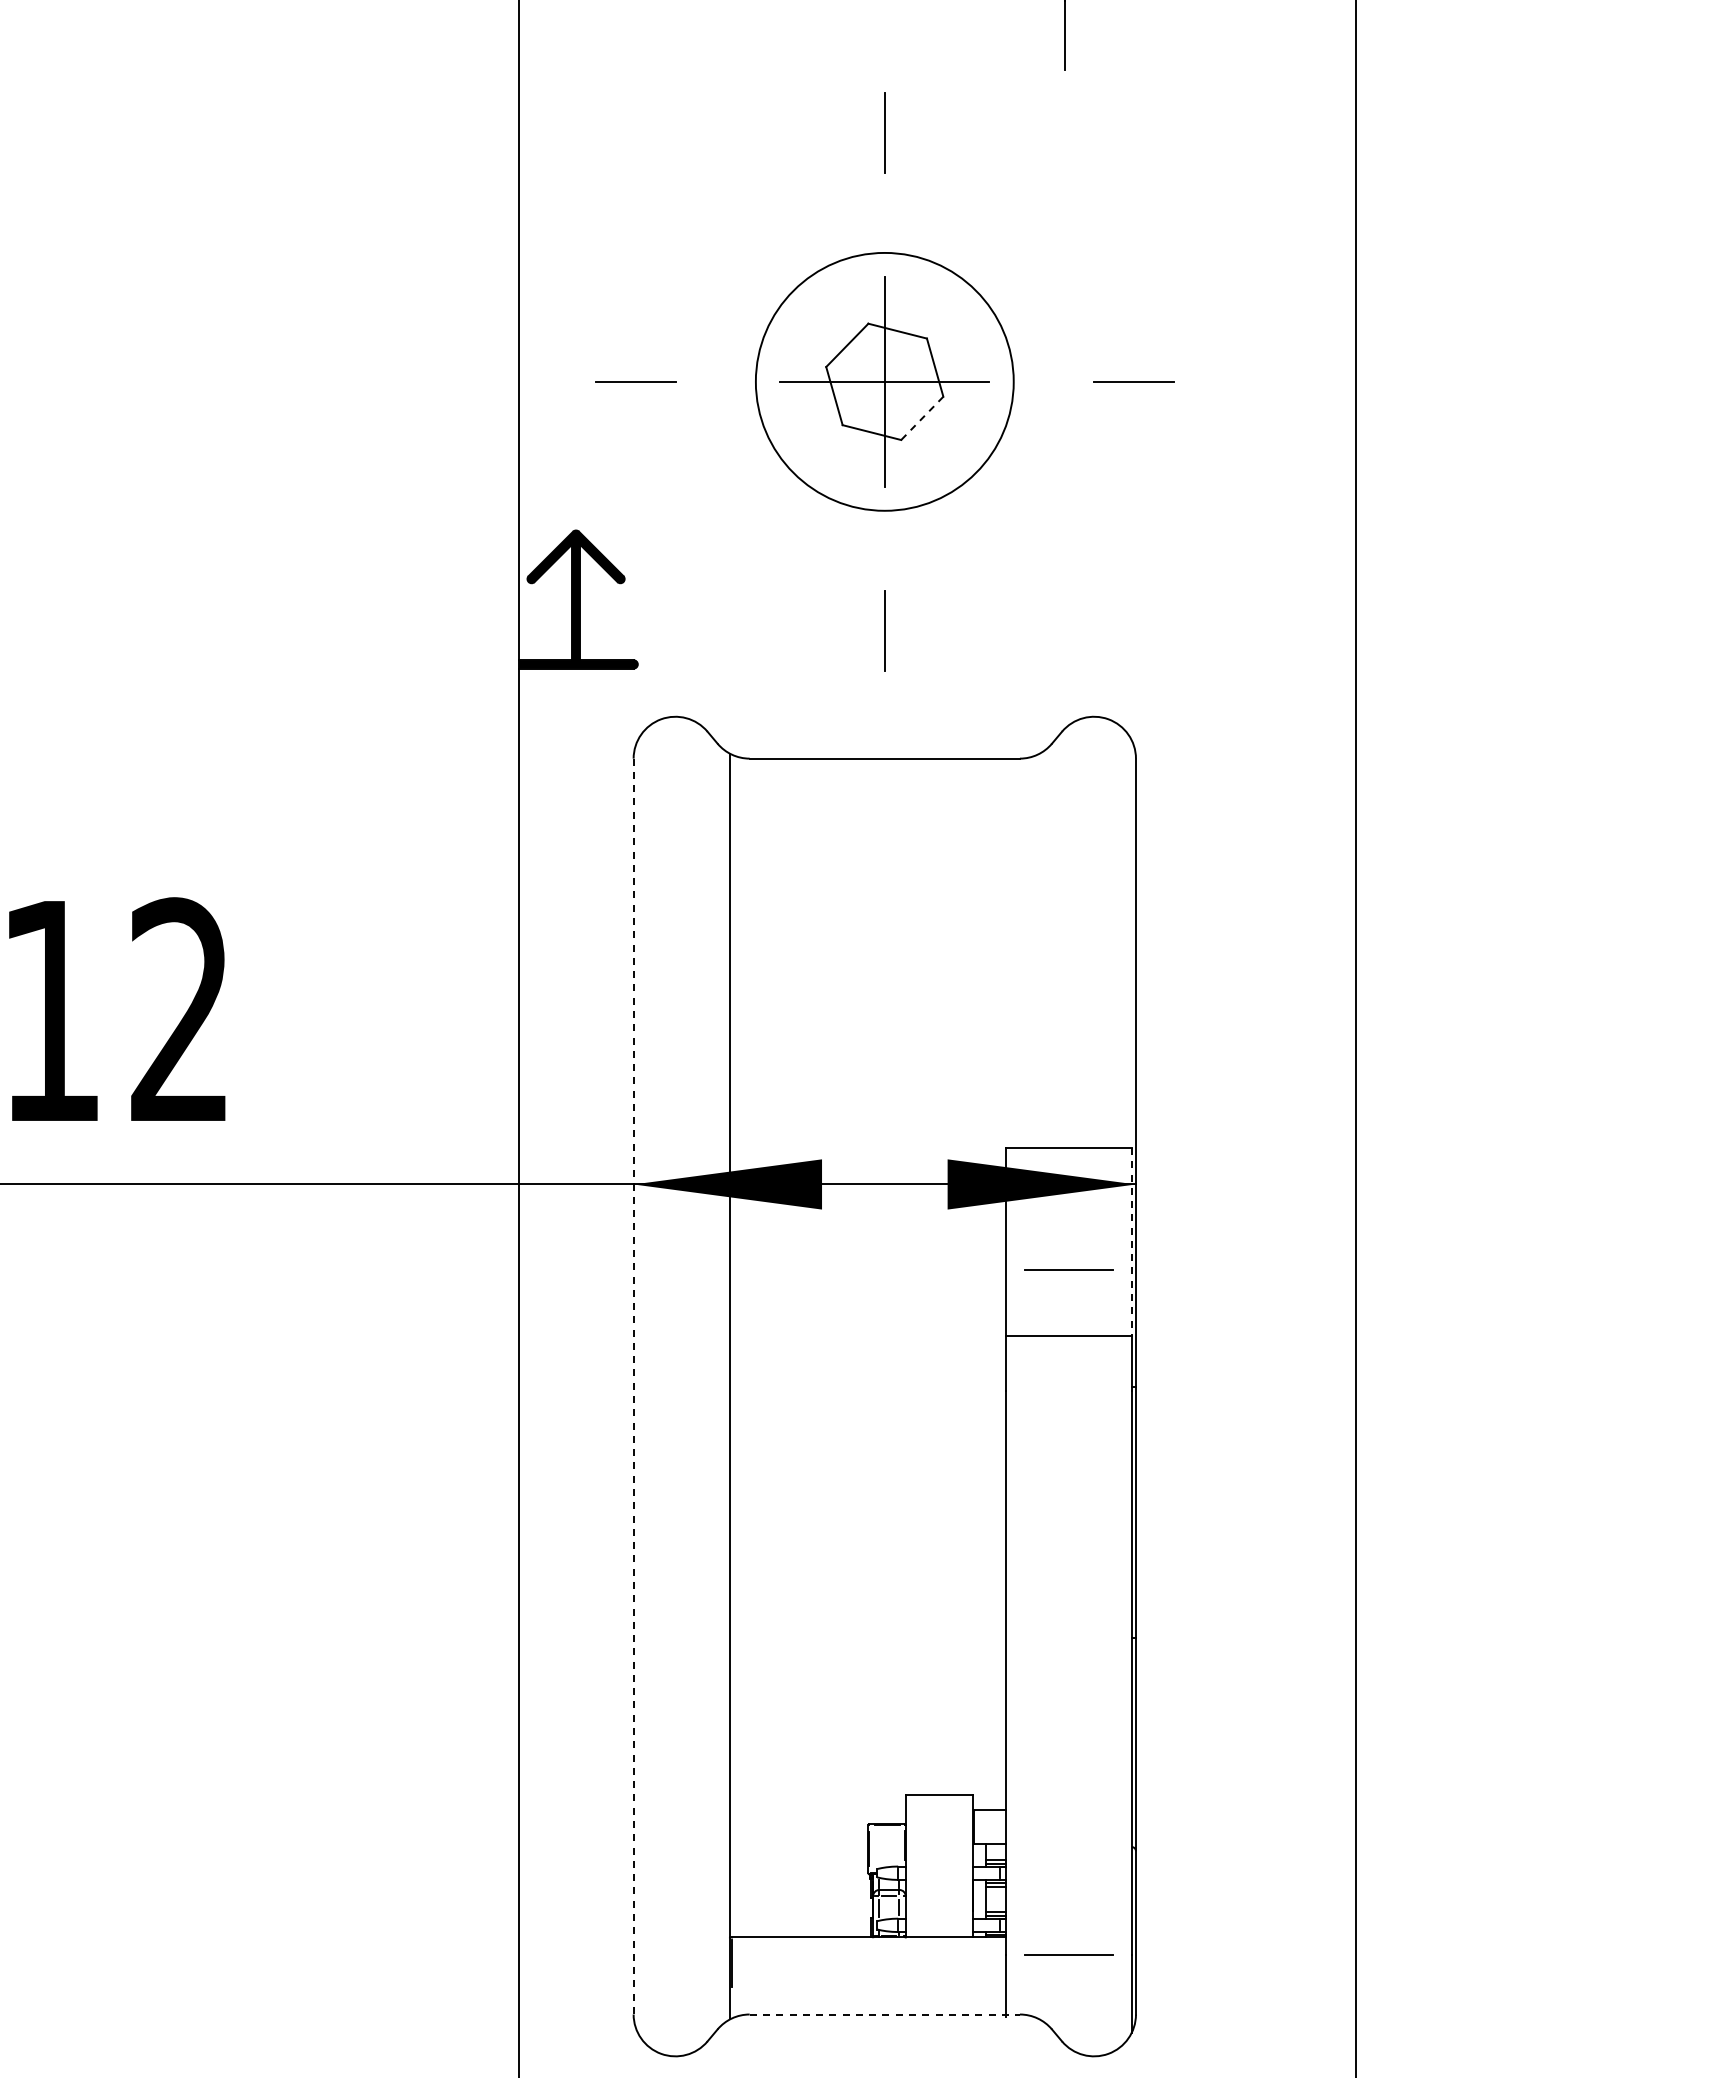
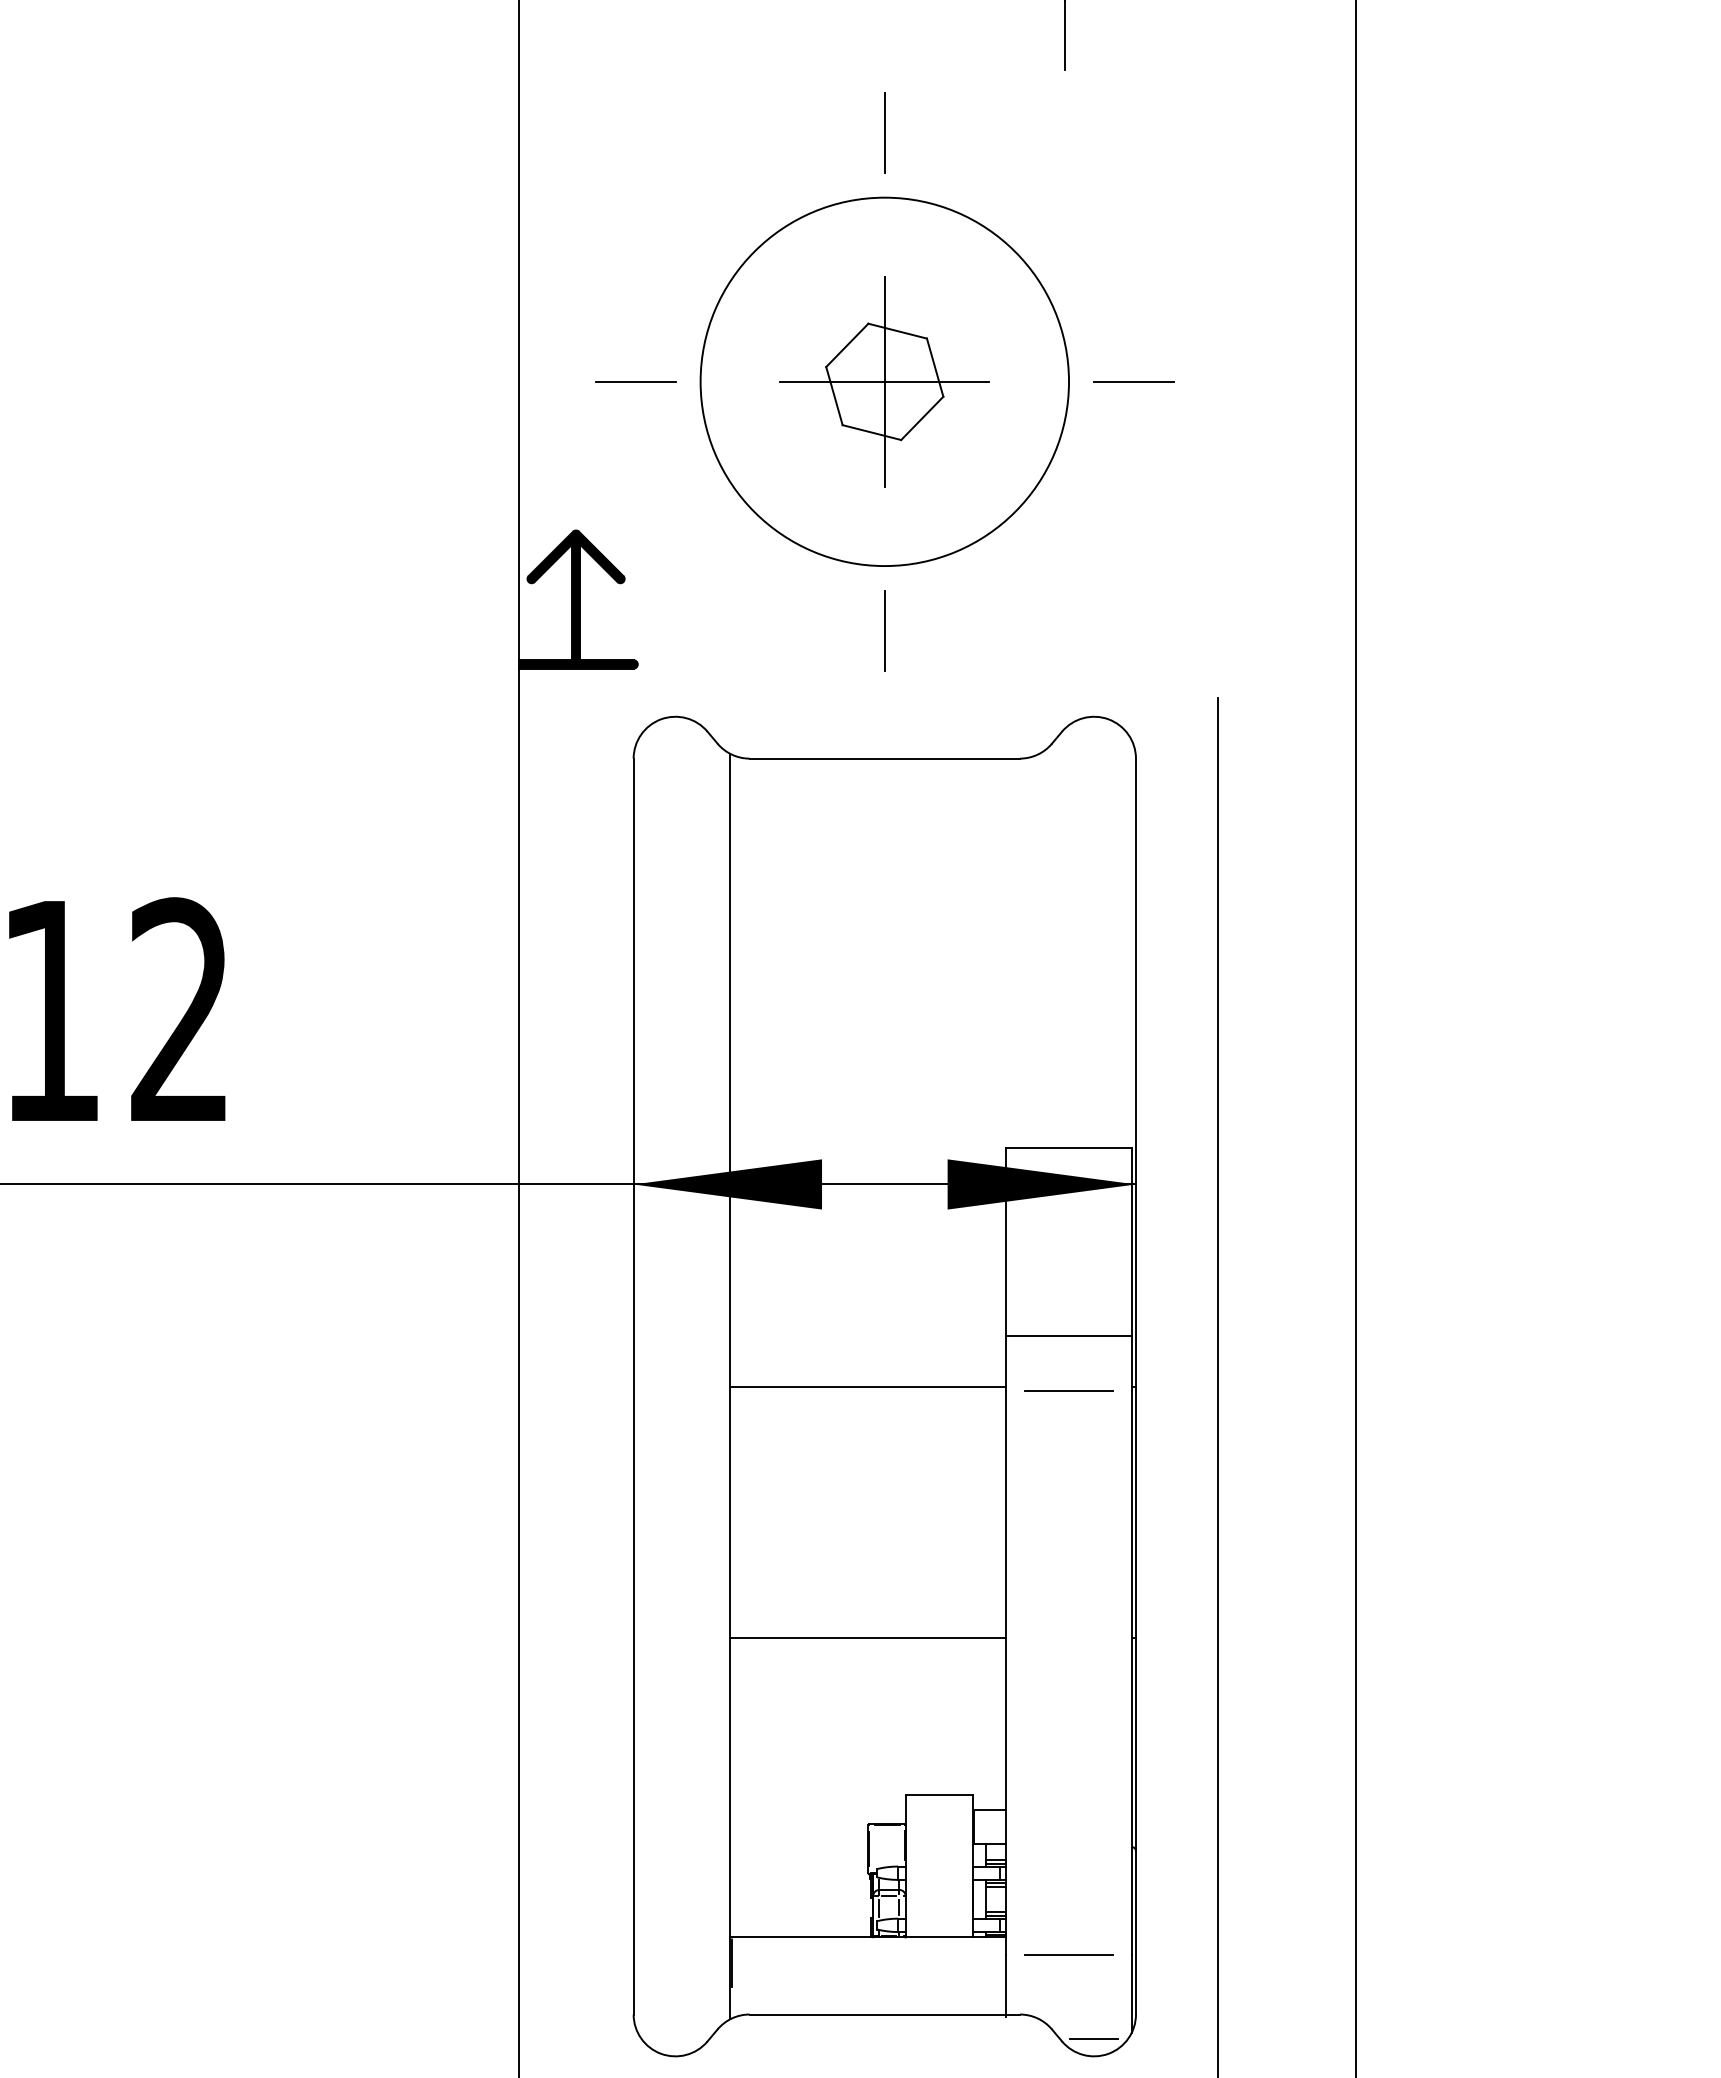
circle at (884, 381) diameter: 258 px -> 368 px
line at (921, 418): dashed -> solid
line at (1131, 1242): dashed -> solid
line at (1068, 1269) position: (1068, 1269) -> (1068, 1390)
line at (633, 1386): dashed -> solid
line at (867, 1386): none -> present
line at (1217, 1386): none -> present
line at (867, 1637): none -> present
line at (885, 2014): dashed -> solid
line at (1093, 2038): none -> present
